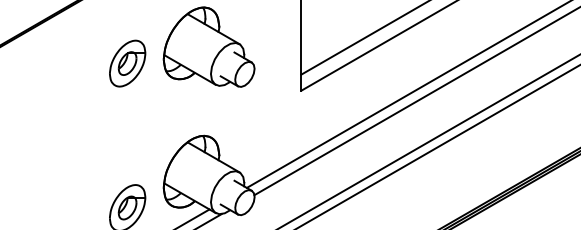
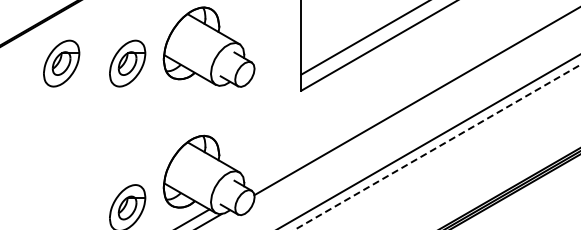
part at (61, 63): none -> present
line at (407, 94): present -> none
line at (437, 147): solid -> dashed
